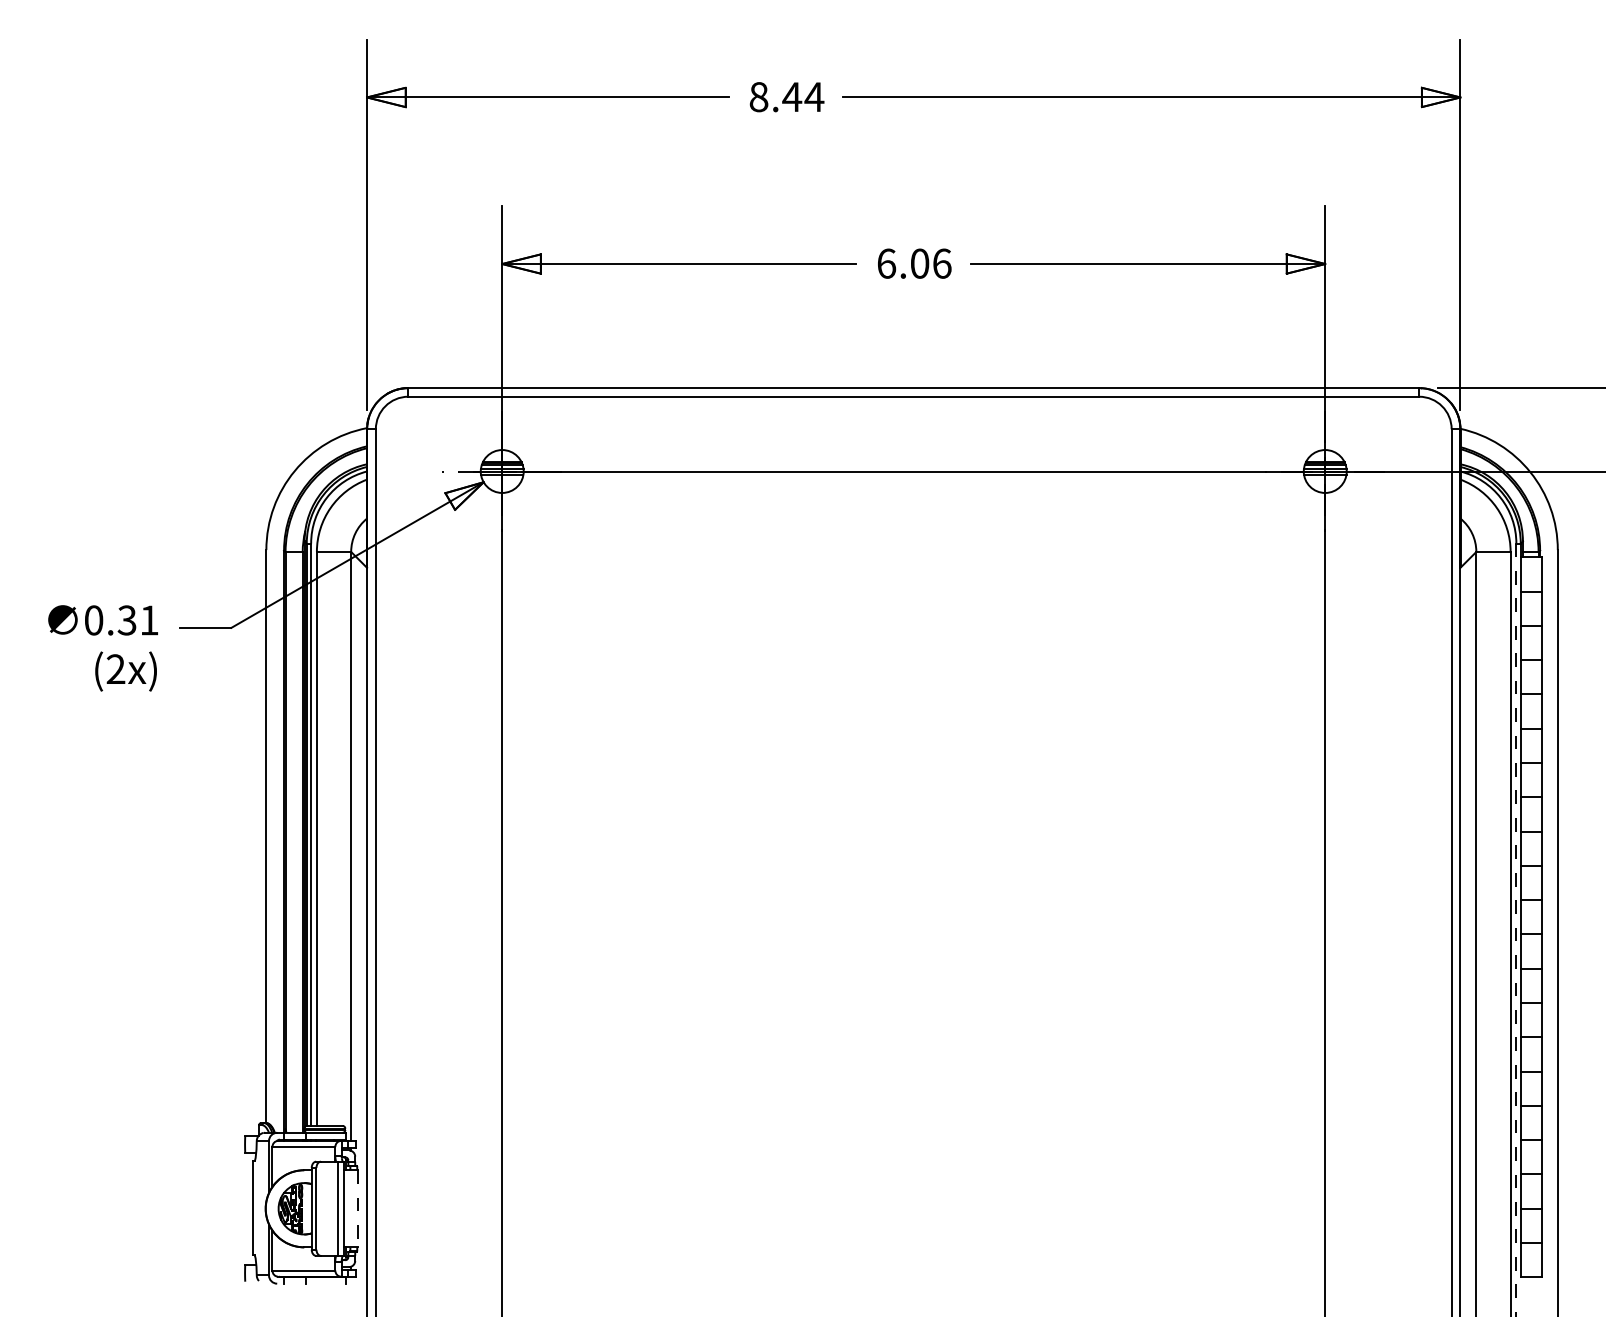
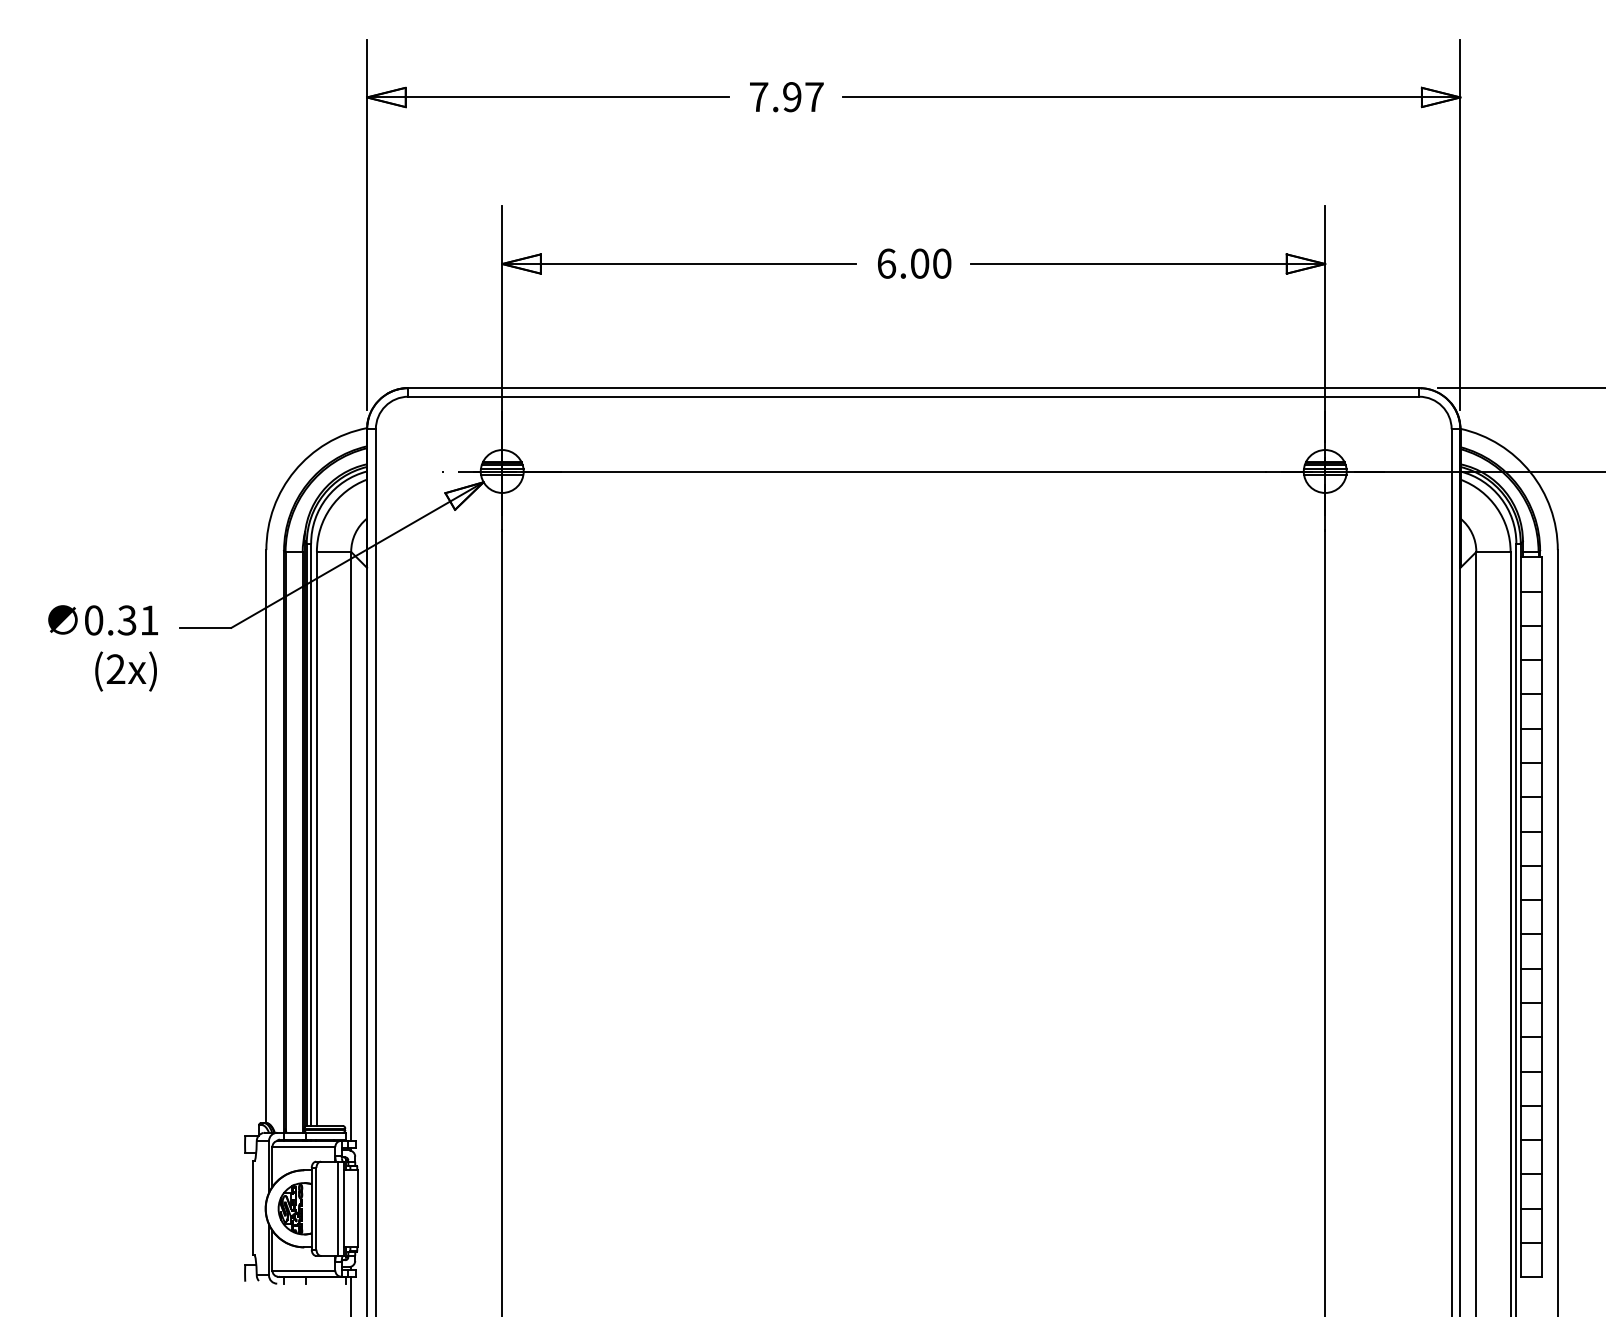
text at (786, 97): 8.44 -> 7.97
text at (942, 263): 6.06 -> 6.00
line at (1516, 930): dashed -> solid
line at (357, 1208): dashed -> solid
line at (351, 1294): none -> present
